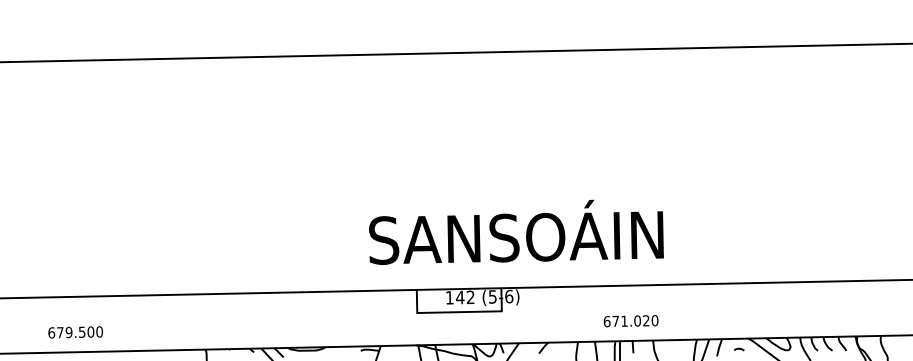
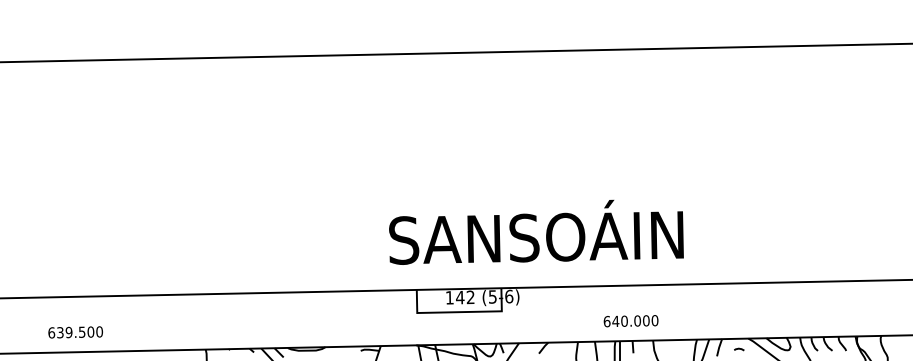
text at (516, 231) position: (516, 231) -> (536, 231)
text at (630, 320): 671.020 -> 640.000
text at (60, 332): 679.500 -> 639.500
